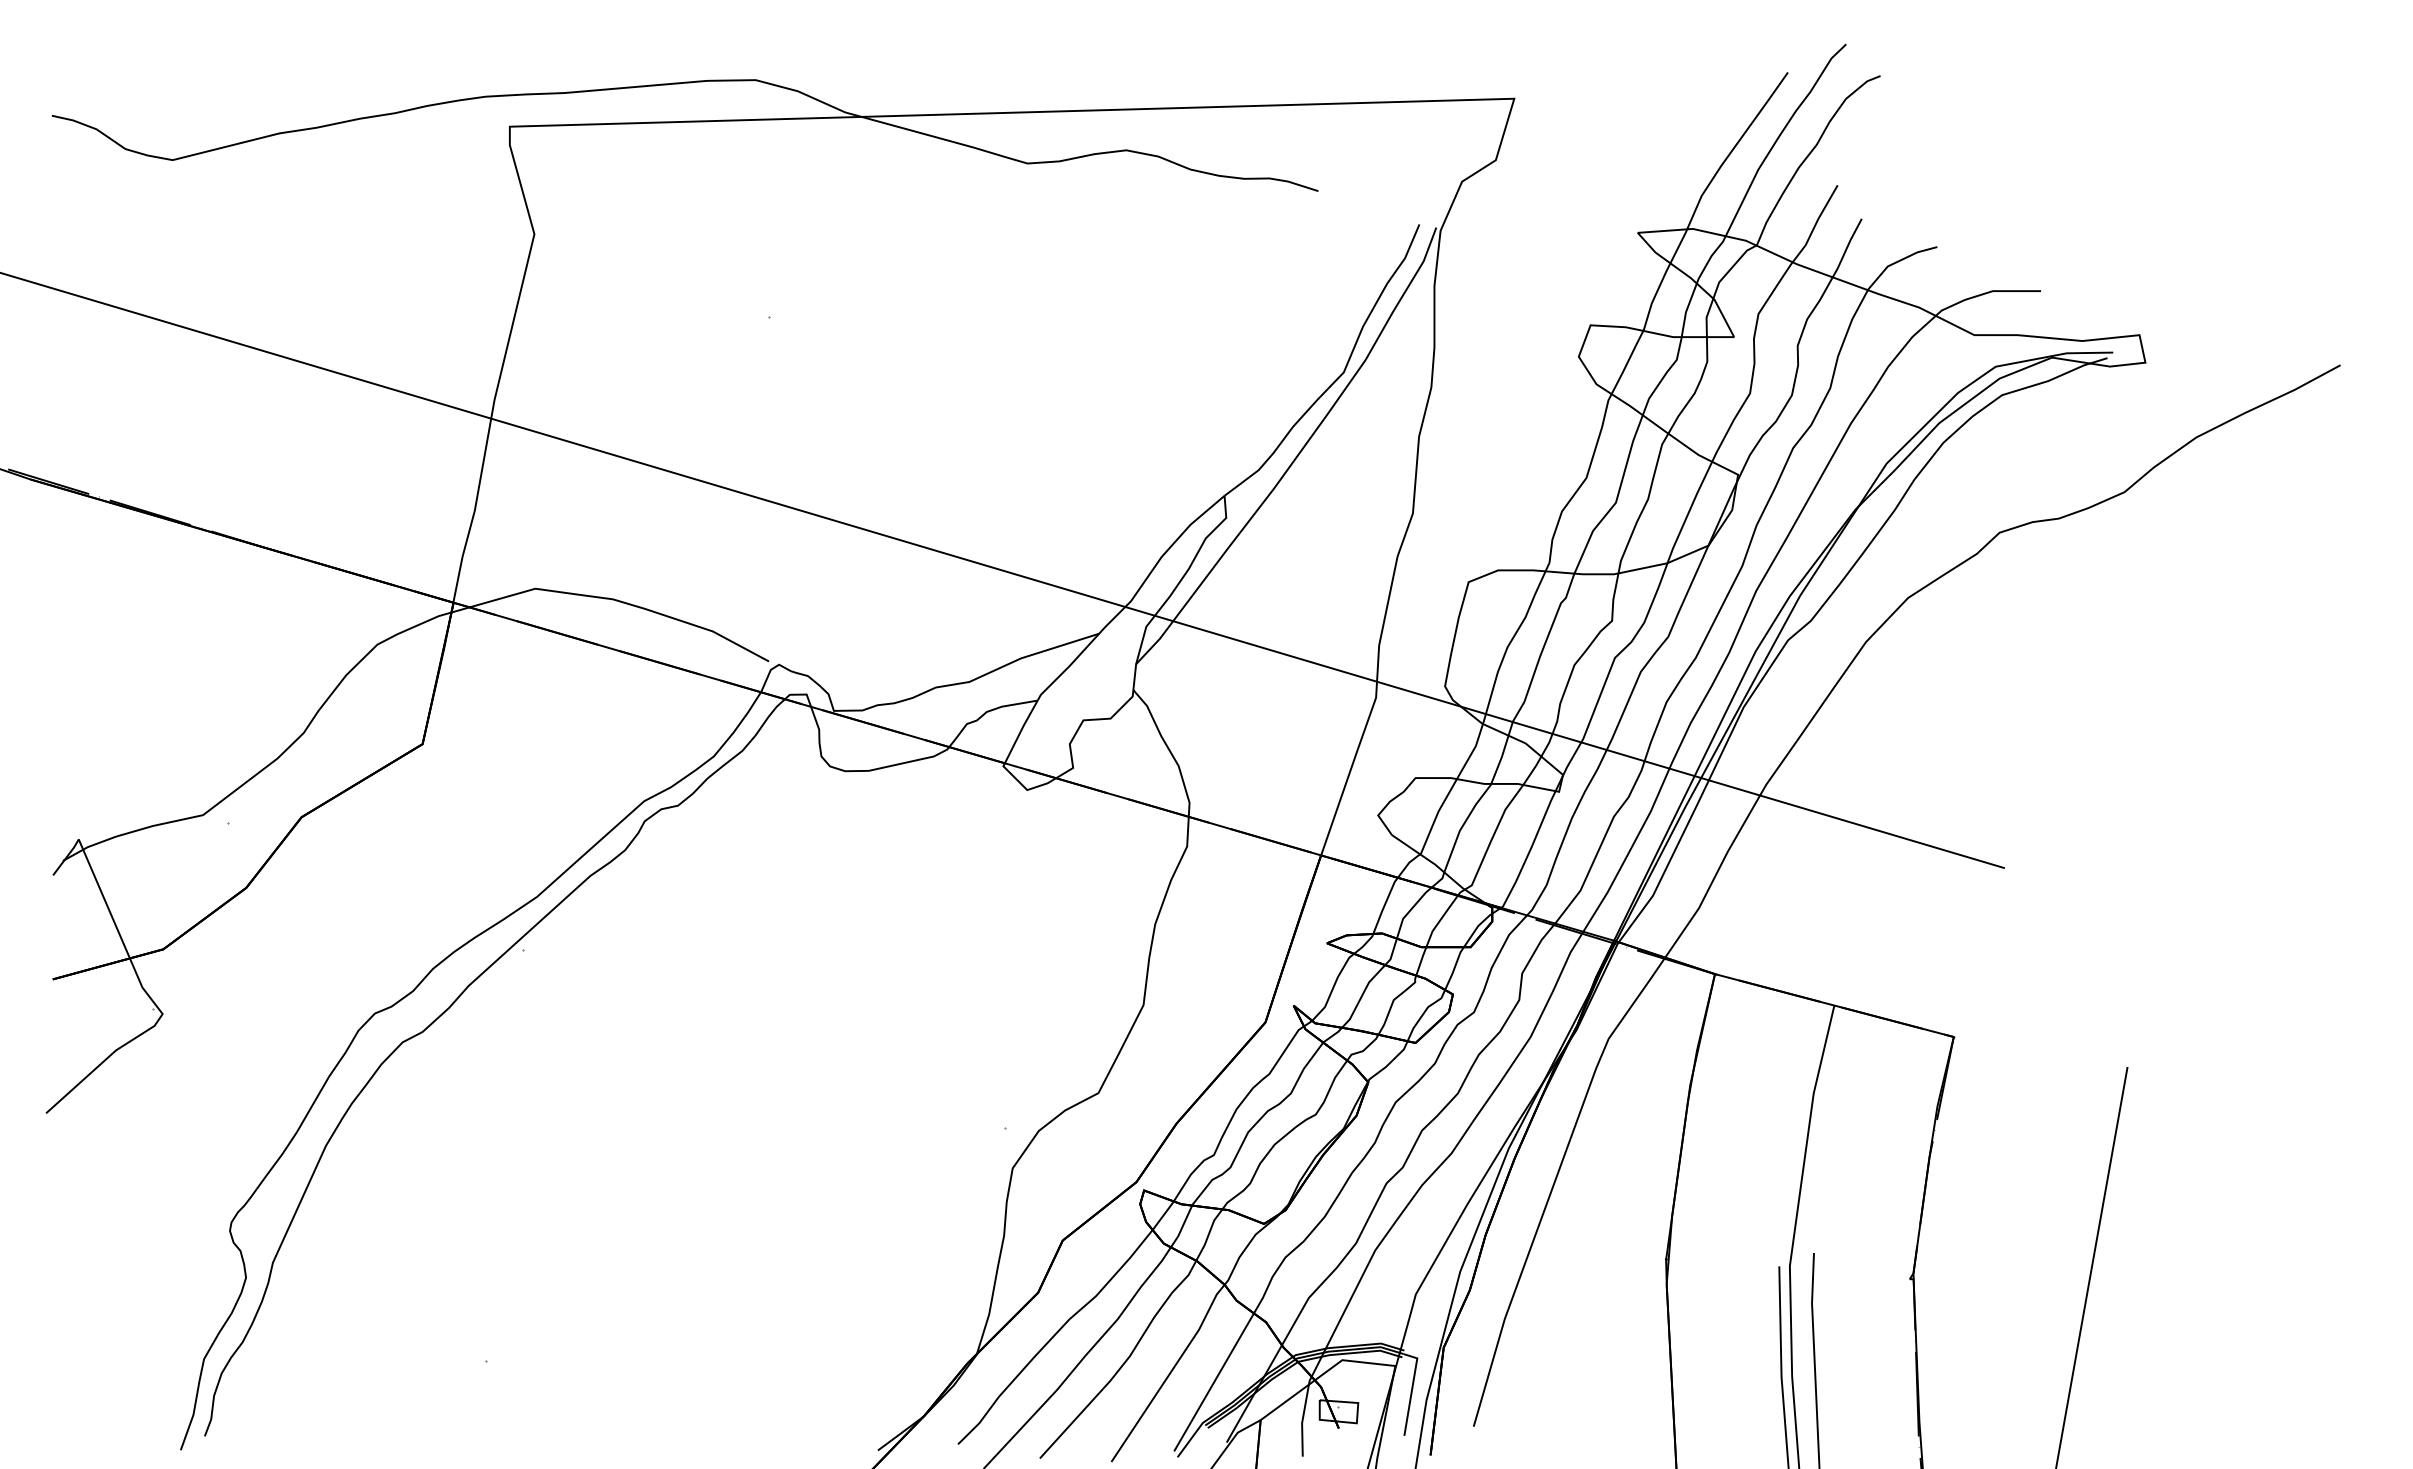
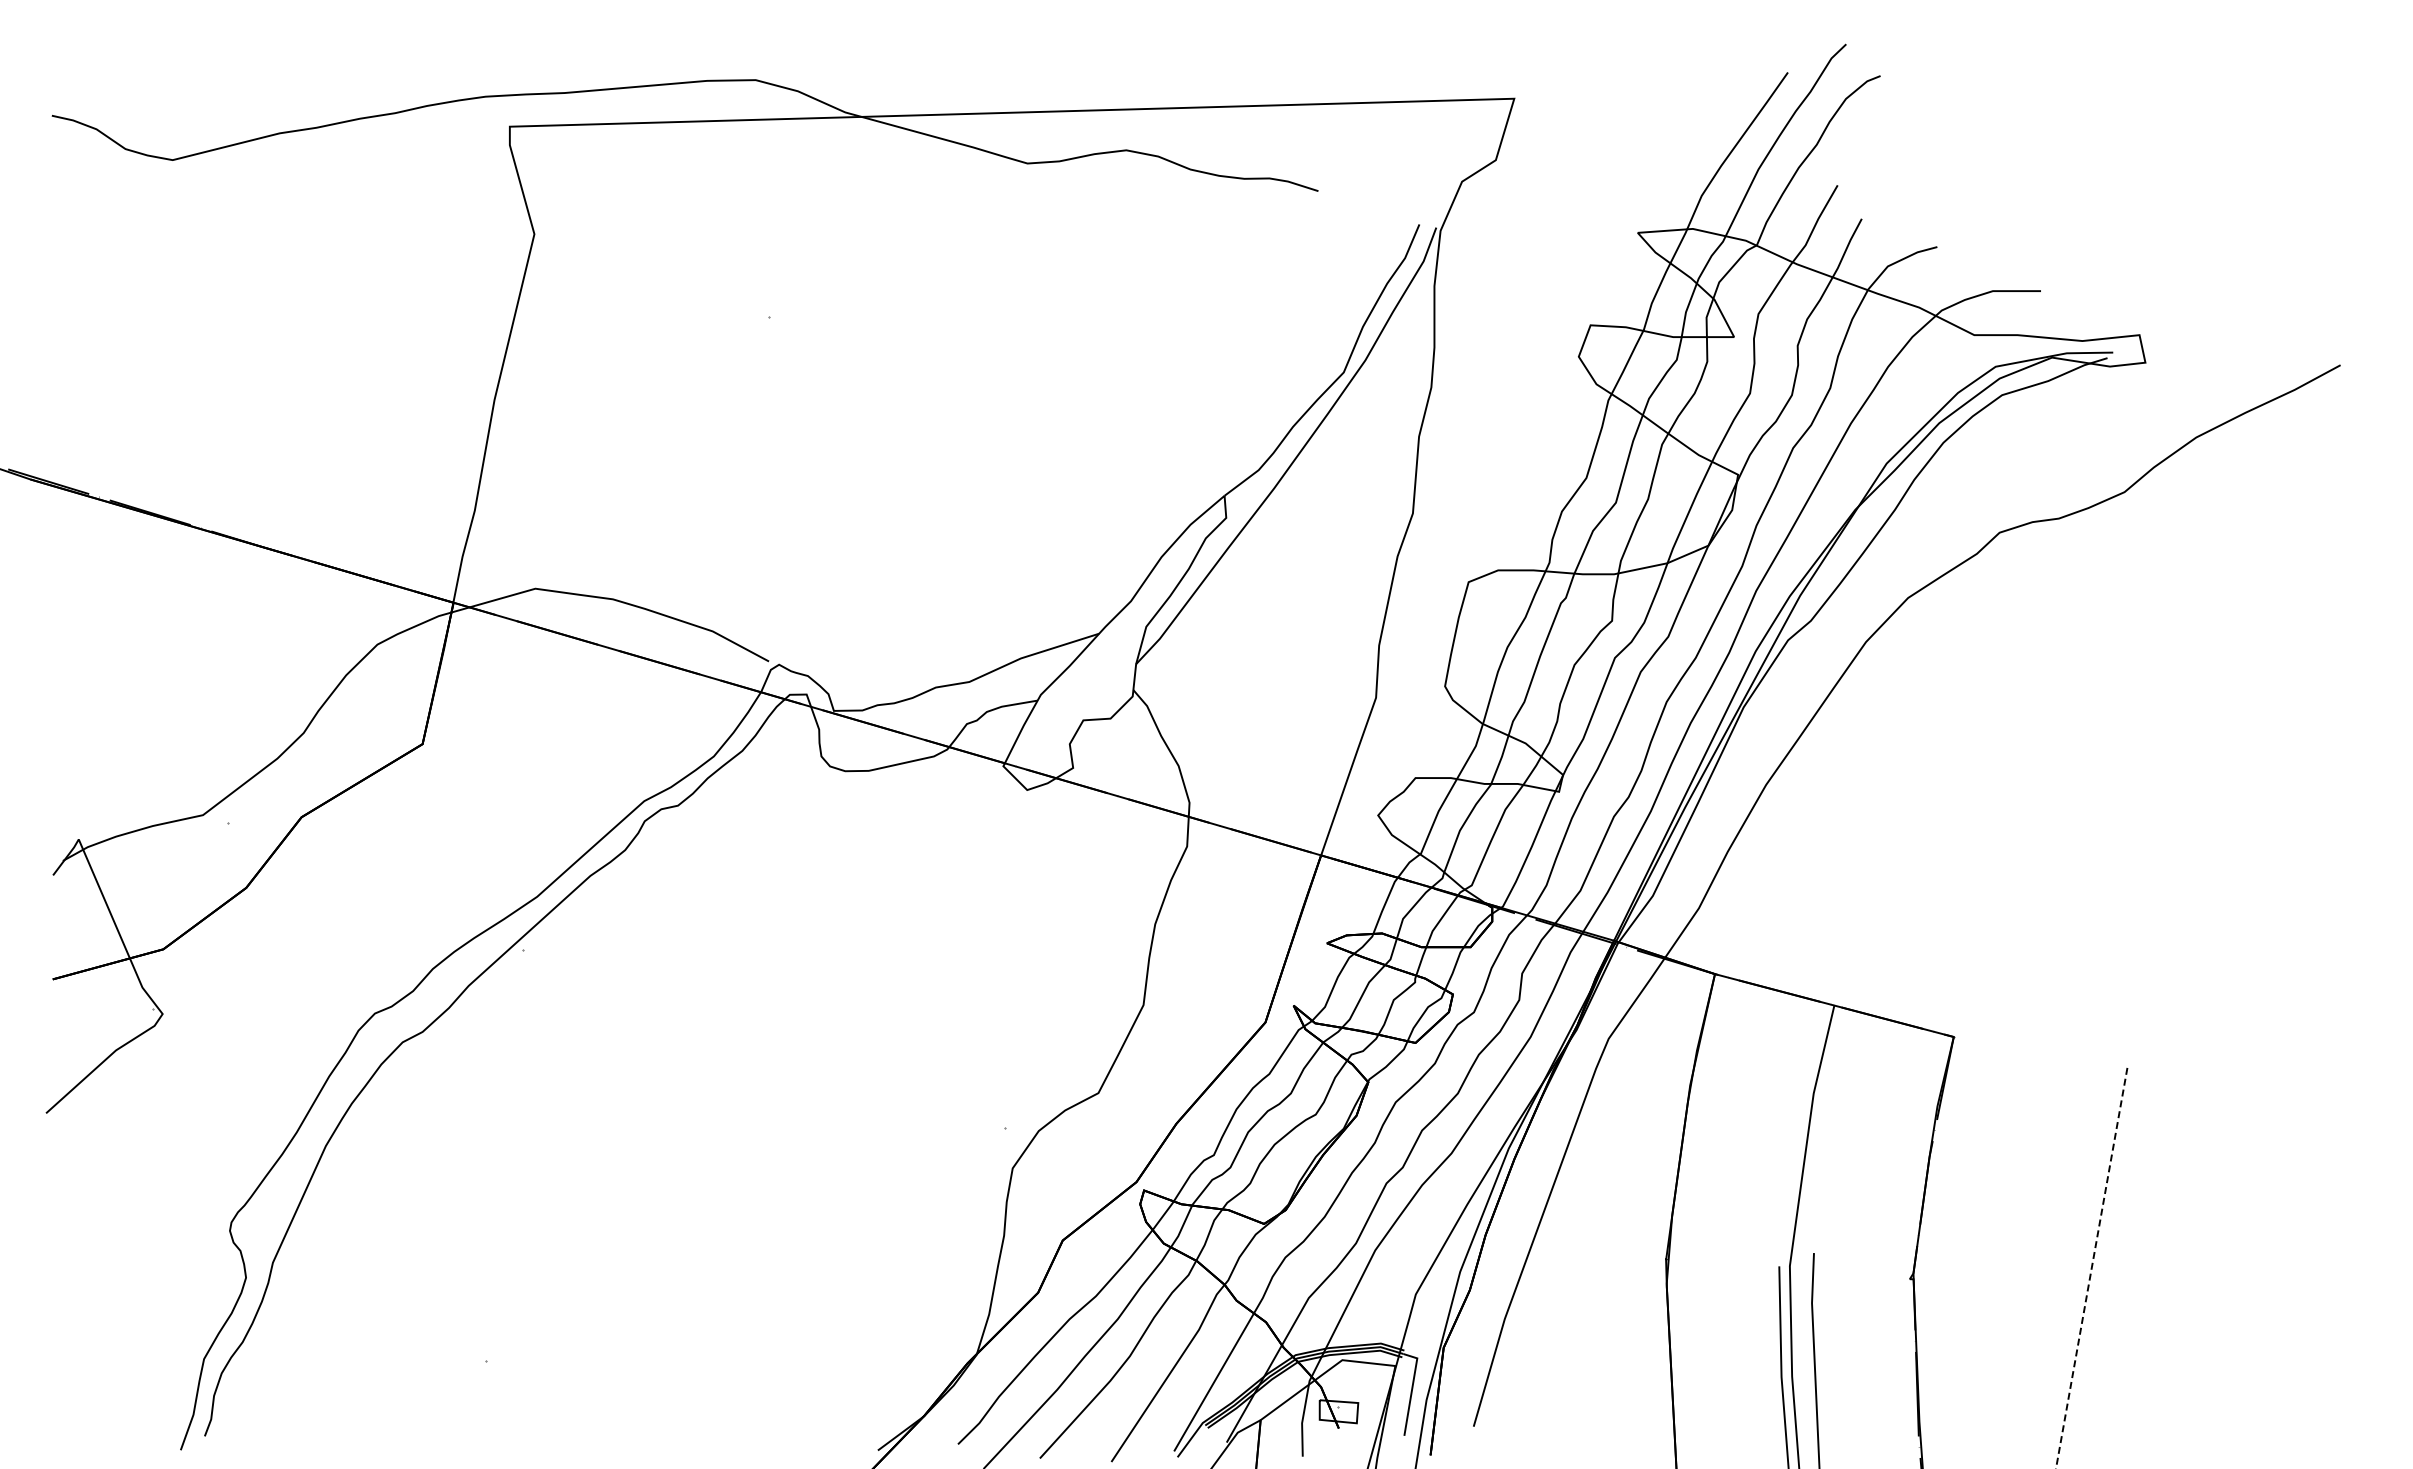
line at (1003, 570): present -> none
line at (2091, 1268): solid -> dashed
